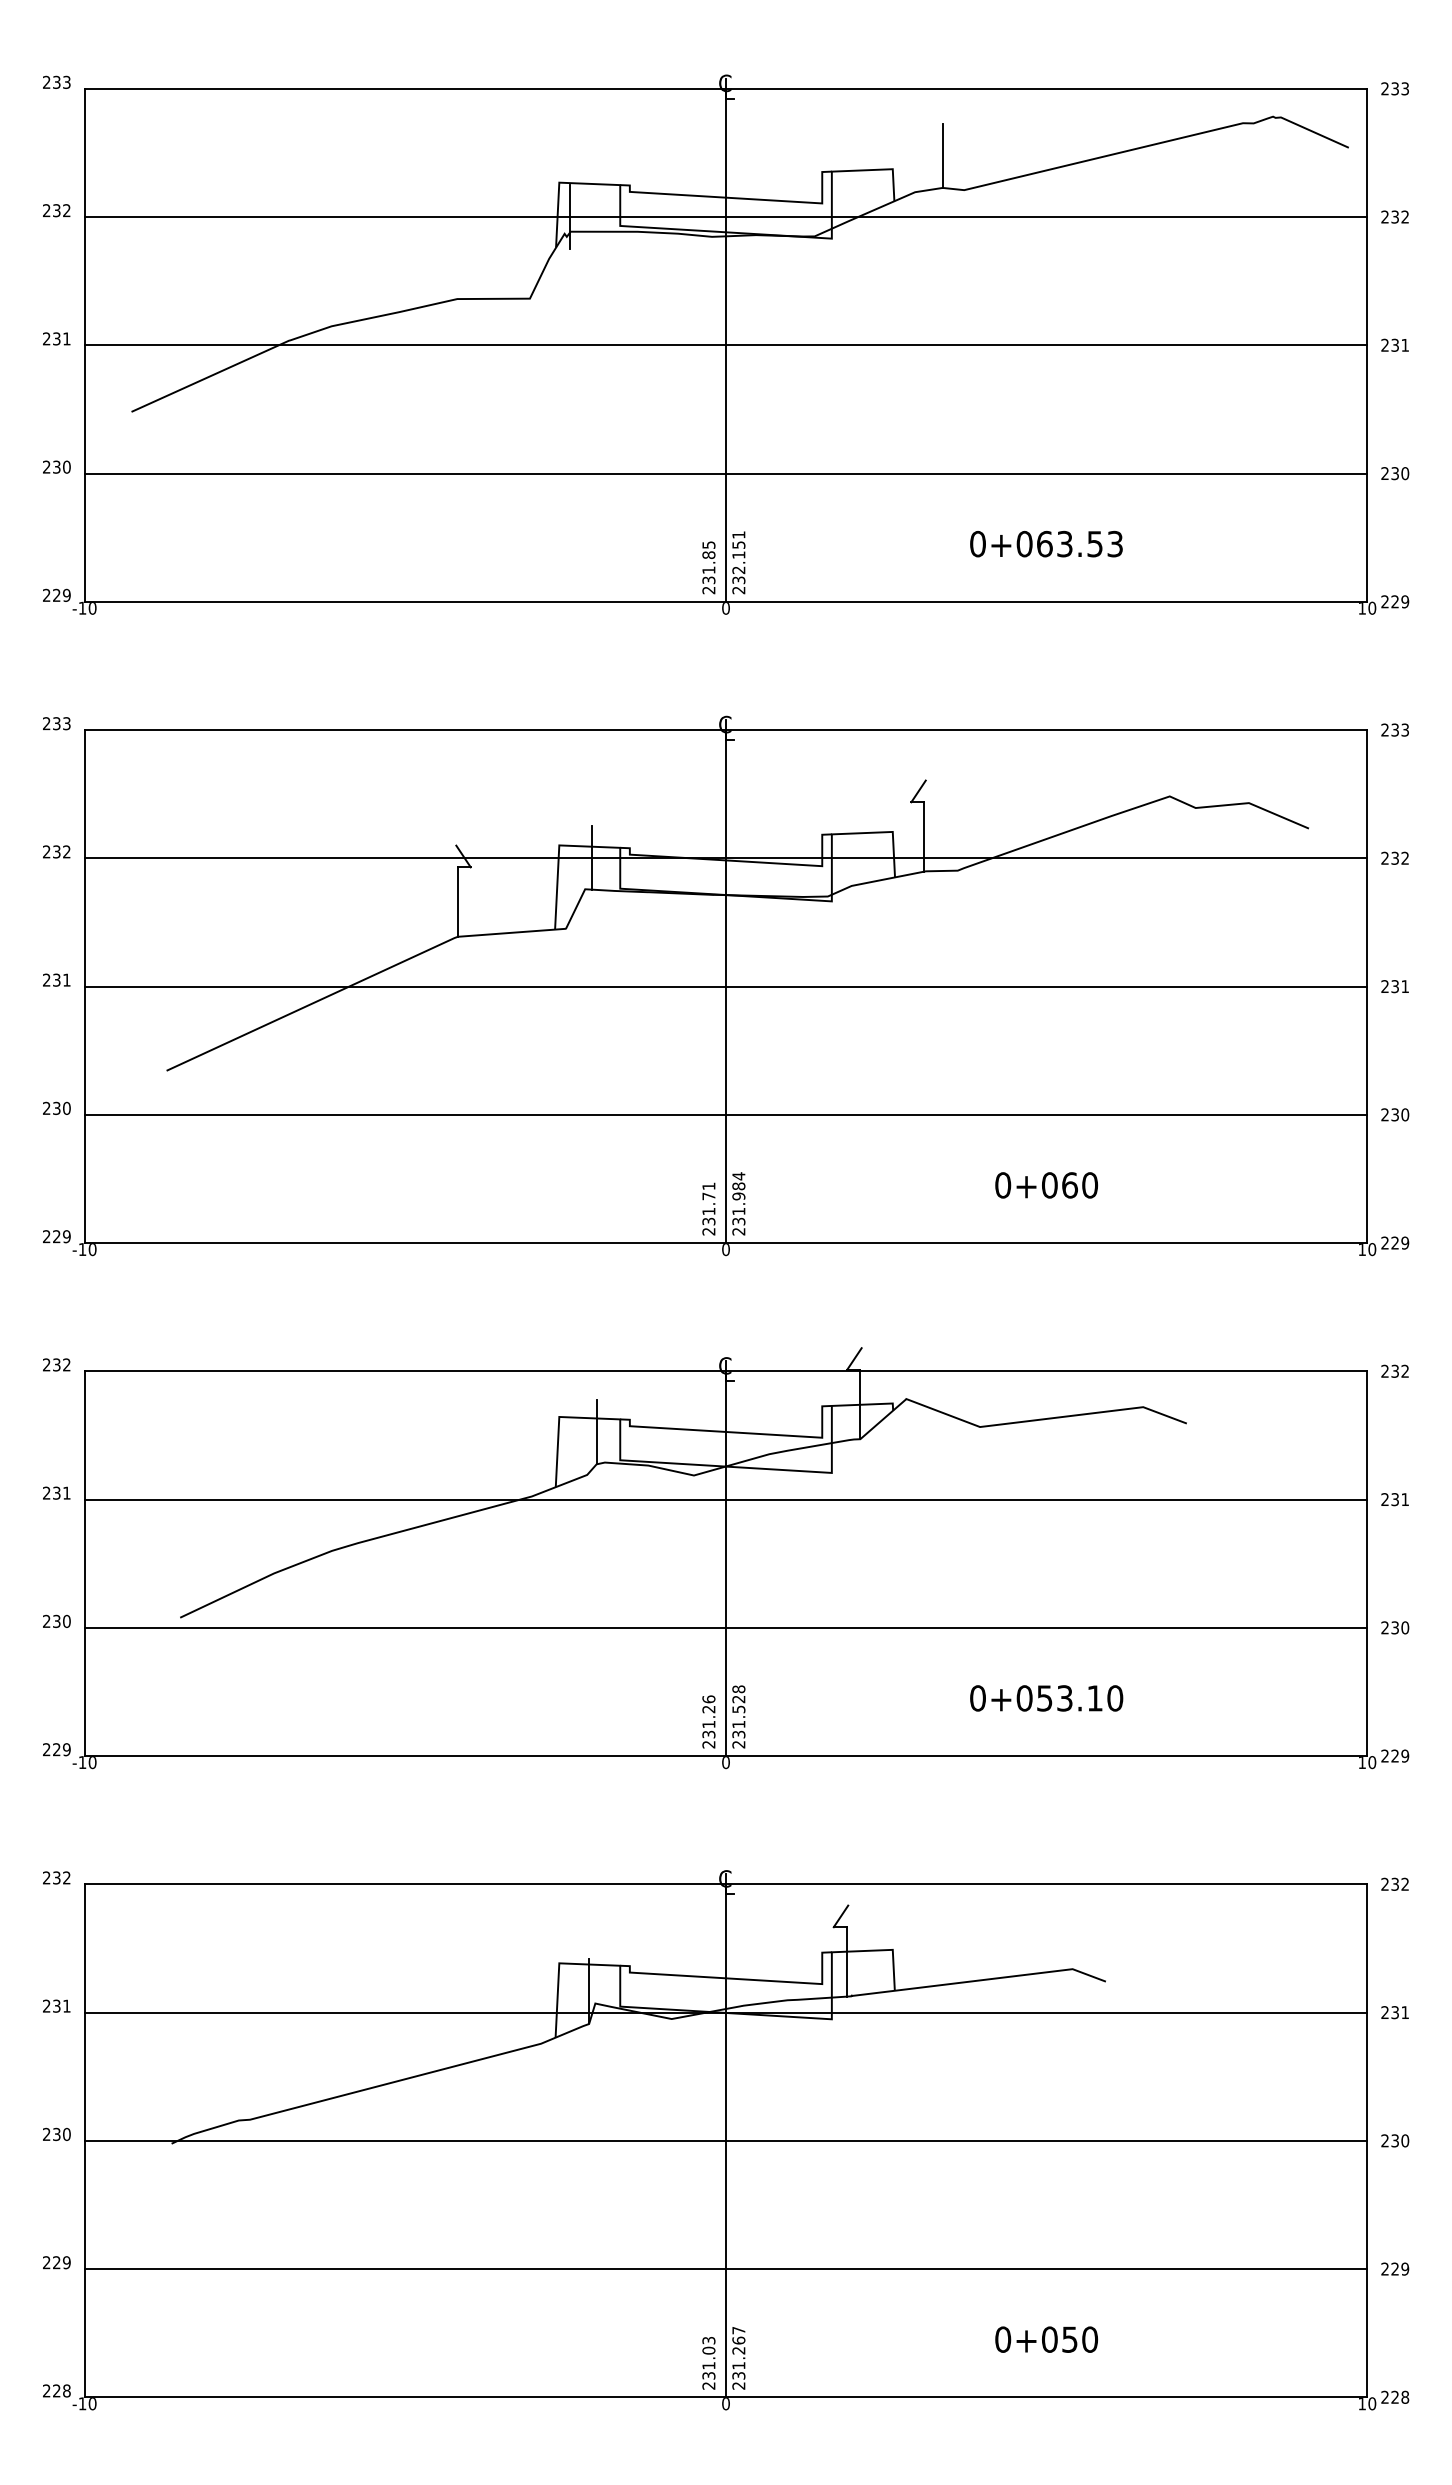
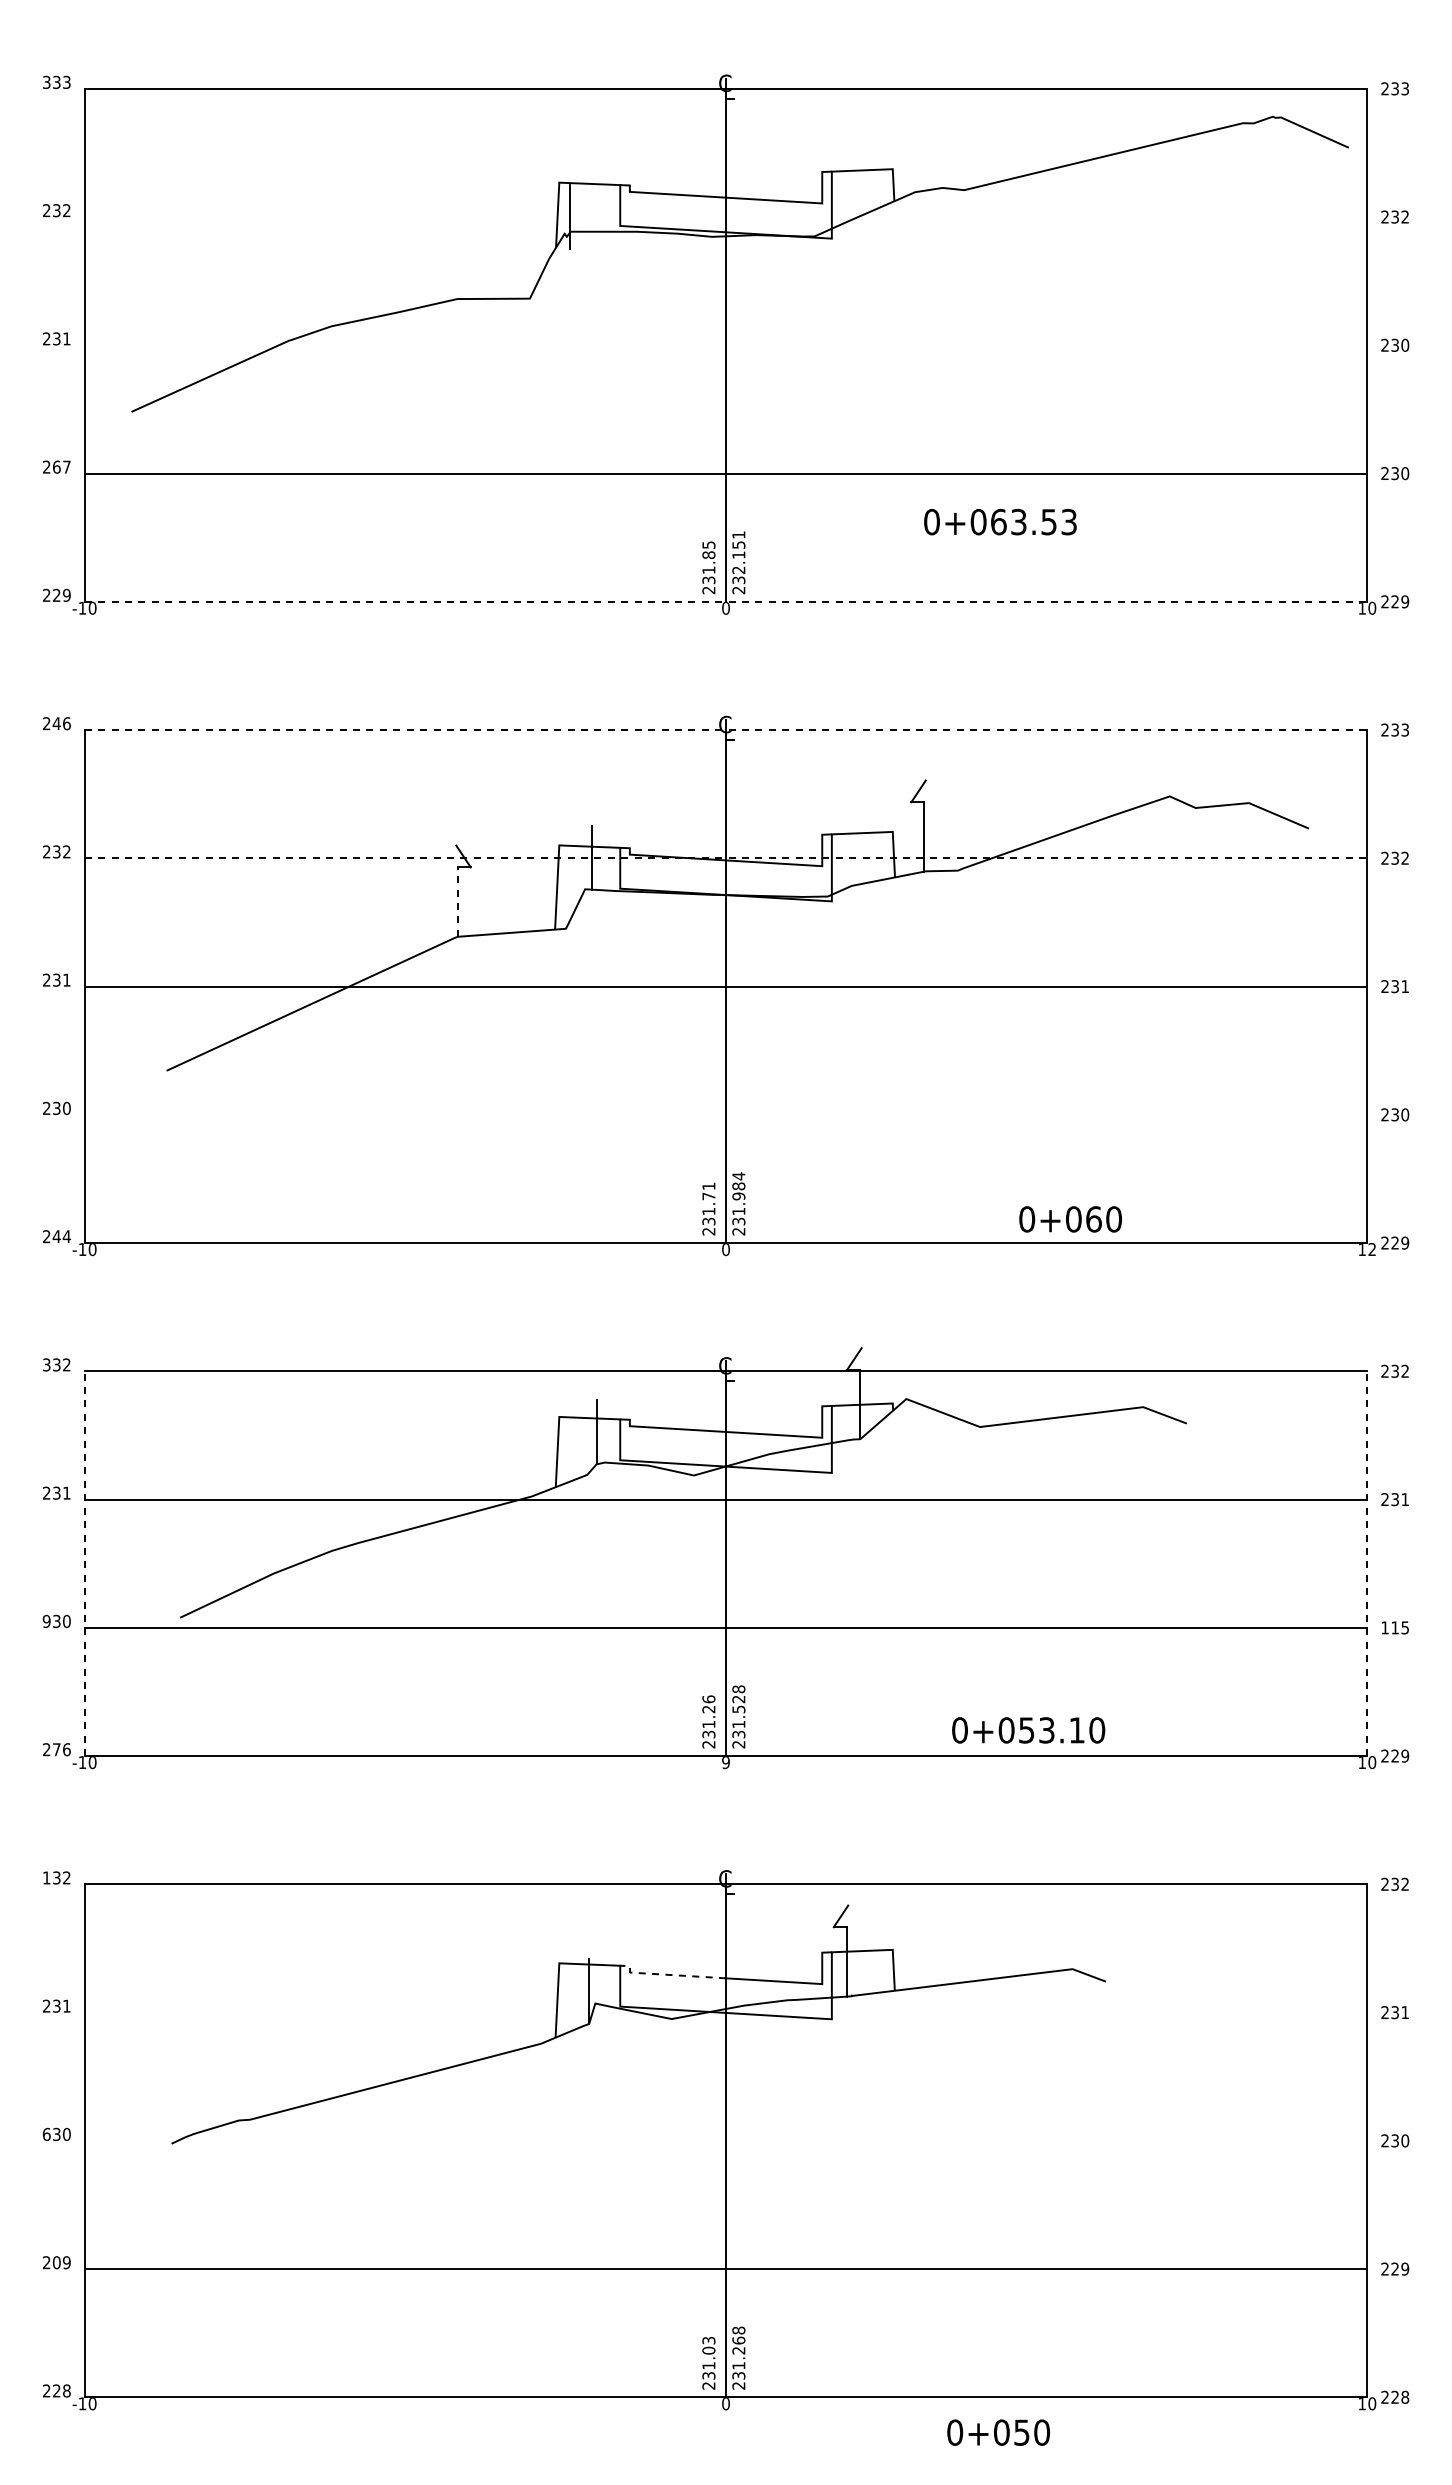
text at (46, 82): 233 -> 333
line at (942, 155): present -> none
line at (725, 217): present -> none
text at (1405, 344): 231 -> 230
line at (725, 345): present -> none
text at (61, 466): 230 -> 267
text at (1046, 543) position: (1046, 543) -> (1000, 521)
line at (726, 601): solid -> dashed
text at (61, 723): 233 -> 246
line at (726, 730): solid -> dashed
line at (726, 858): solid -> dashed
line at (457, 902): solid -> dashed
line at (725, 1114): present -> none
text at (1046, 1185) position: (1046, 1185) -> (1070, 1219)
text at (61, 1236): 229 -> 244
text at (1372, 1249): 10 -> 12
text at (46, 1364): 232 -> 332
line at (84, 1563): solid -> dashed
line at (1367, 1563): solid -> dashed
text at (46, 1621): 230 -> 930
text at (1395, 1627): 230 -> 115
text at (1046, 1698) position: (1046, 1698) -> (1028, 1730)
text at (61, 1749): 229 -> 276
text at (725, 1763): 0 -> 9
text at (46, 1877): 232 -> 132
line at (668, 1974): solid -> dashed
line at (725, 2012): present -> none
text at (46, 2133): 230 -> 630
line at (725, 2140): present -> none
text at (56, 2262): 229 -> 209
text at (738, 2330): 231.267 -> 231.268
text at (1046, 2339) position: (1046, 2339) -> (998, 2432)
